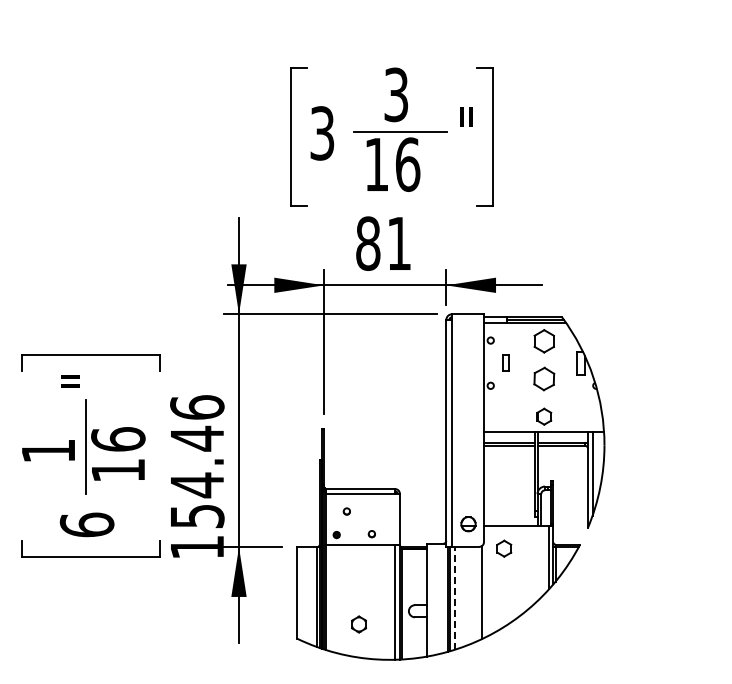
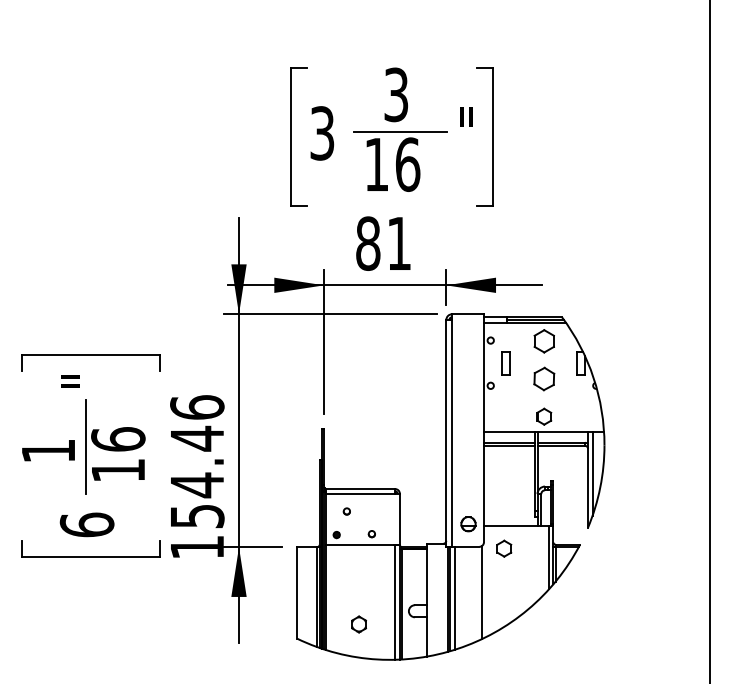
line at (710, 341): none -> present
part at (505, 362) size: 8x18 px -> 10x25 px
line at (454, 598): dashed -> solid
